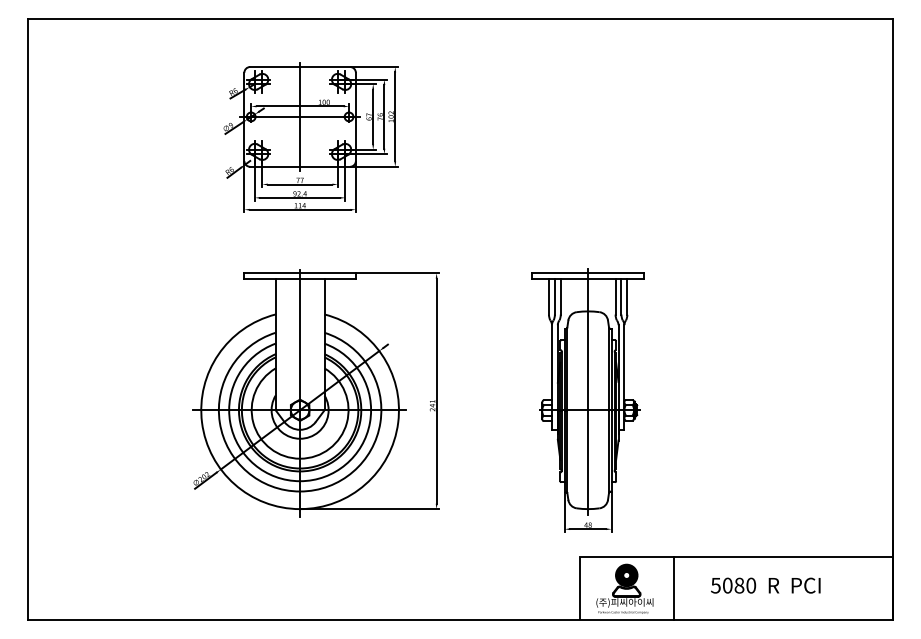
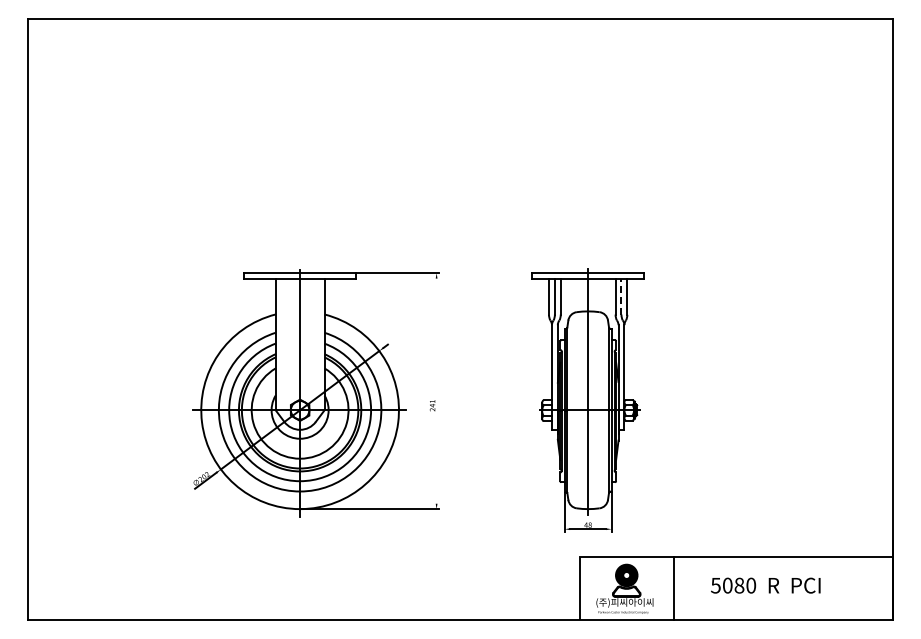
part at (310, 137): present -> none
line at (621, 296): solid -> dashed
line at (436, 390): present -> none
